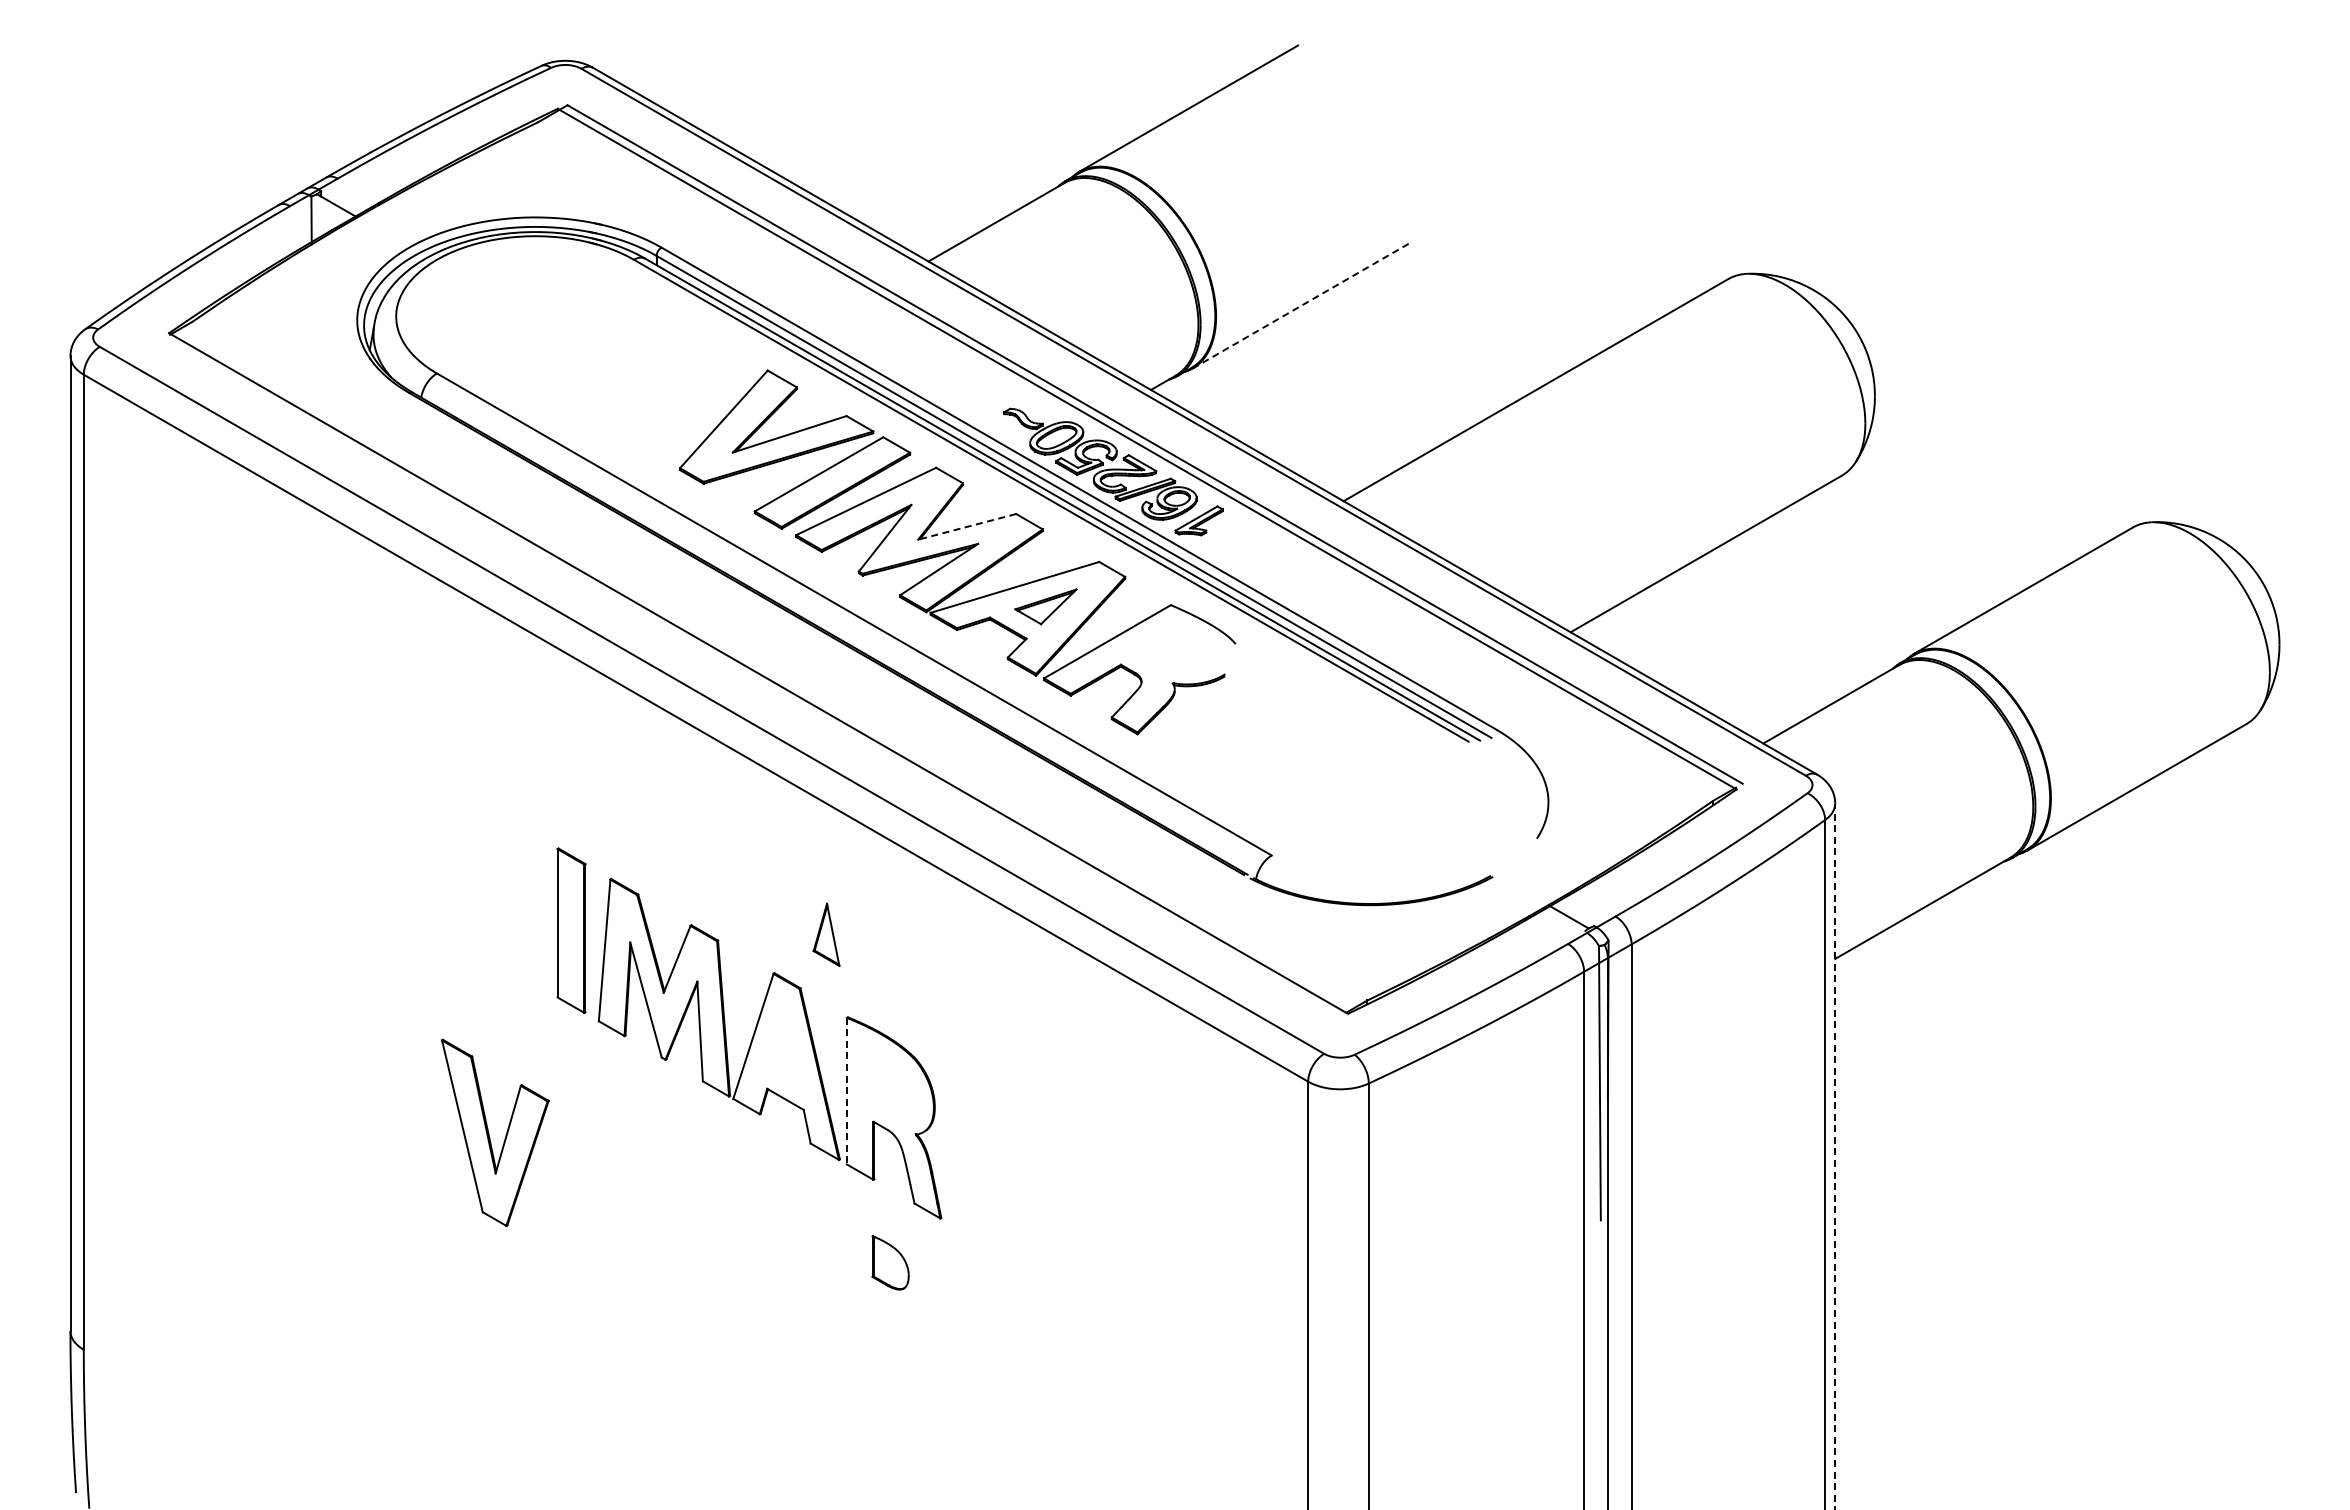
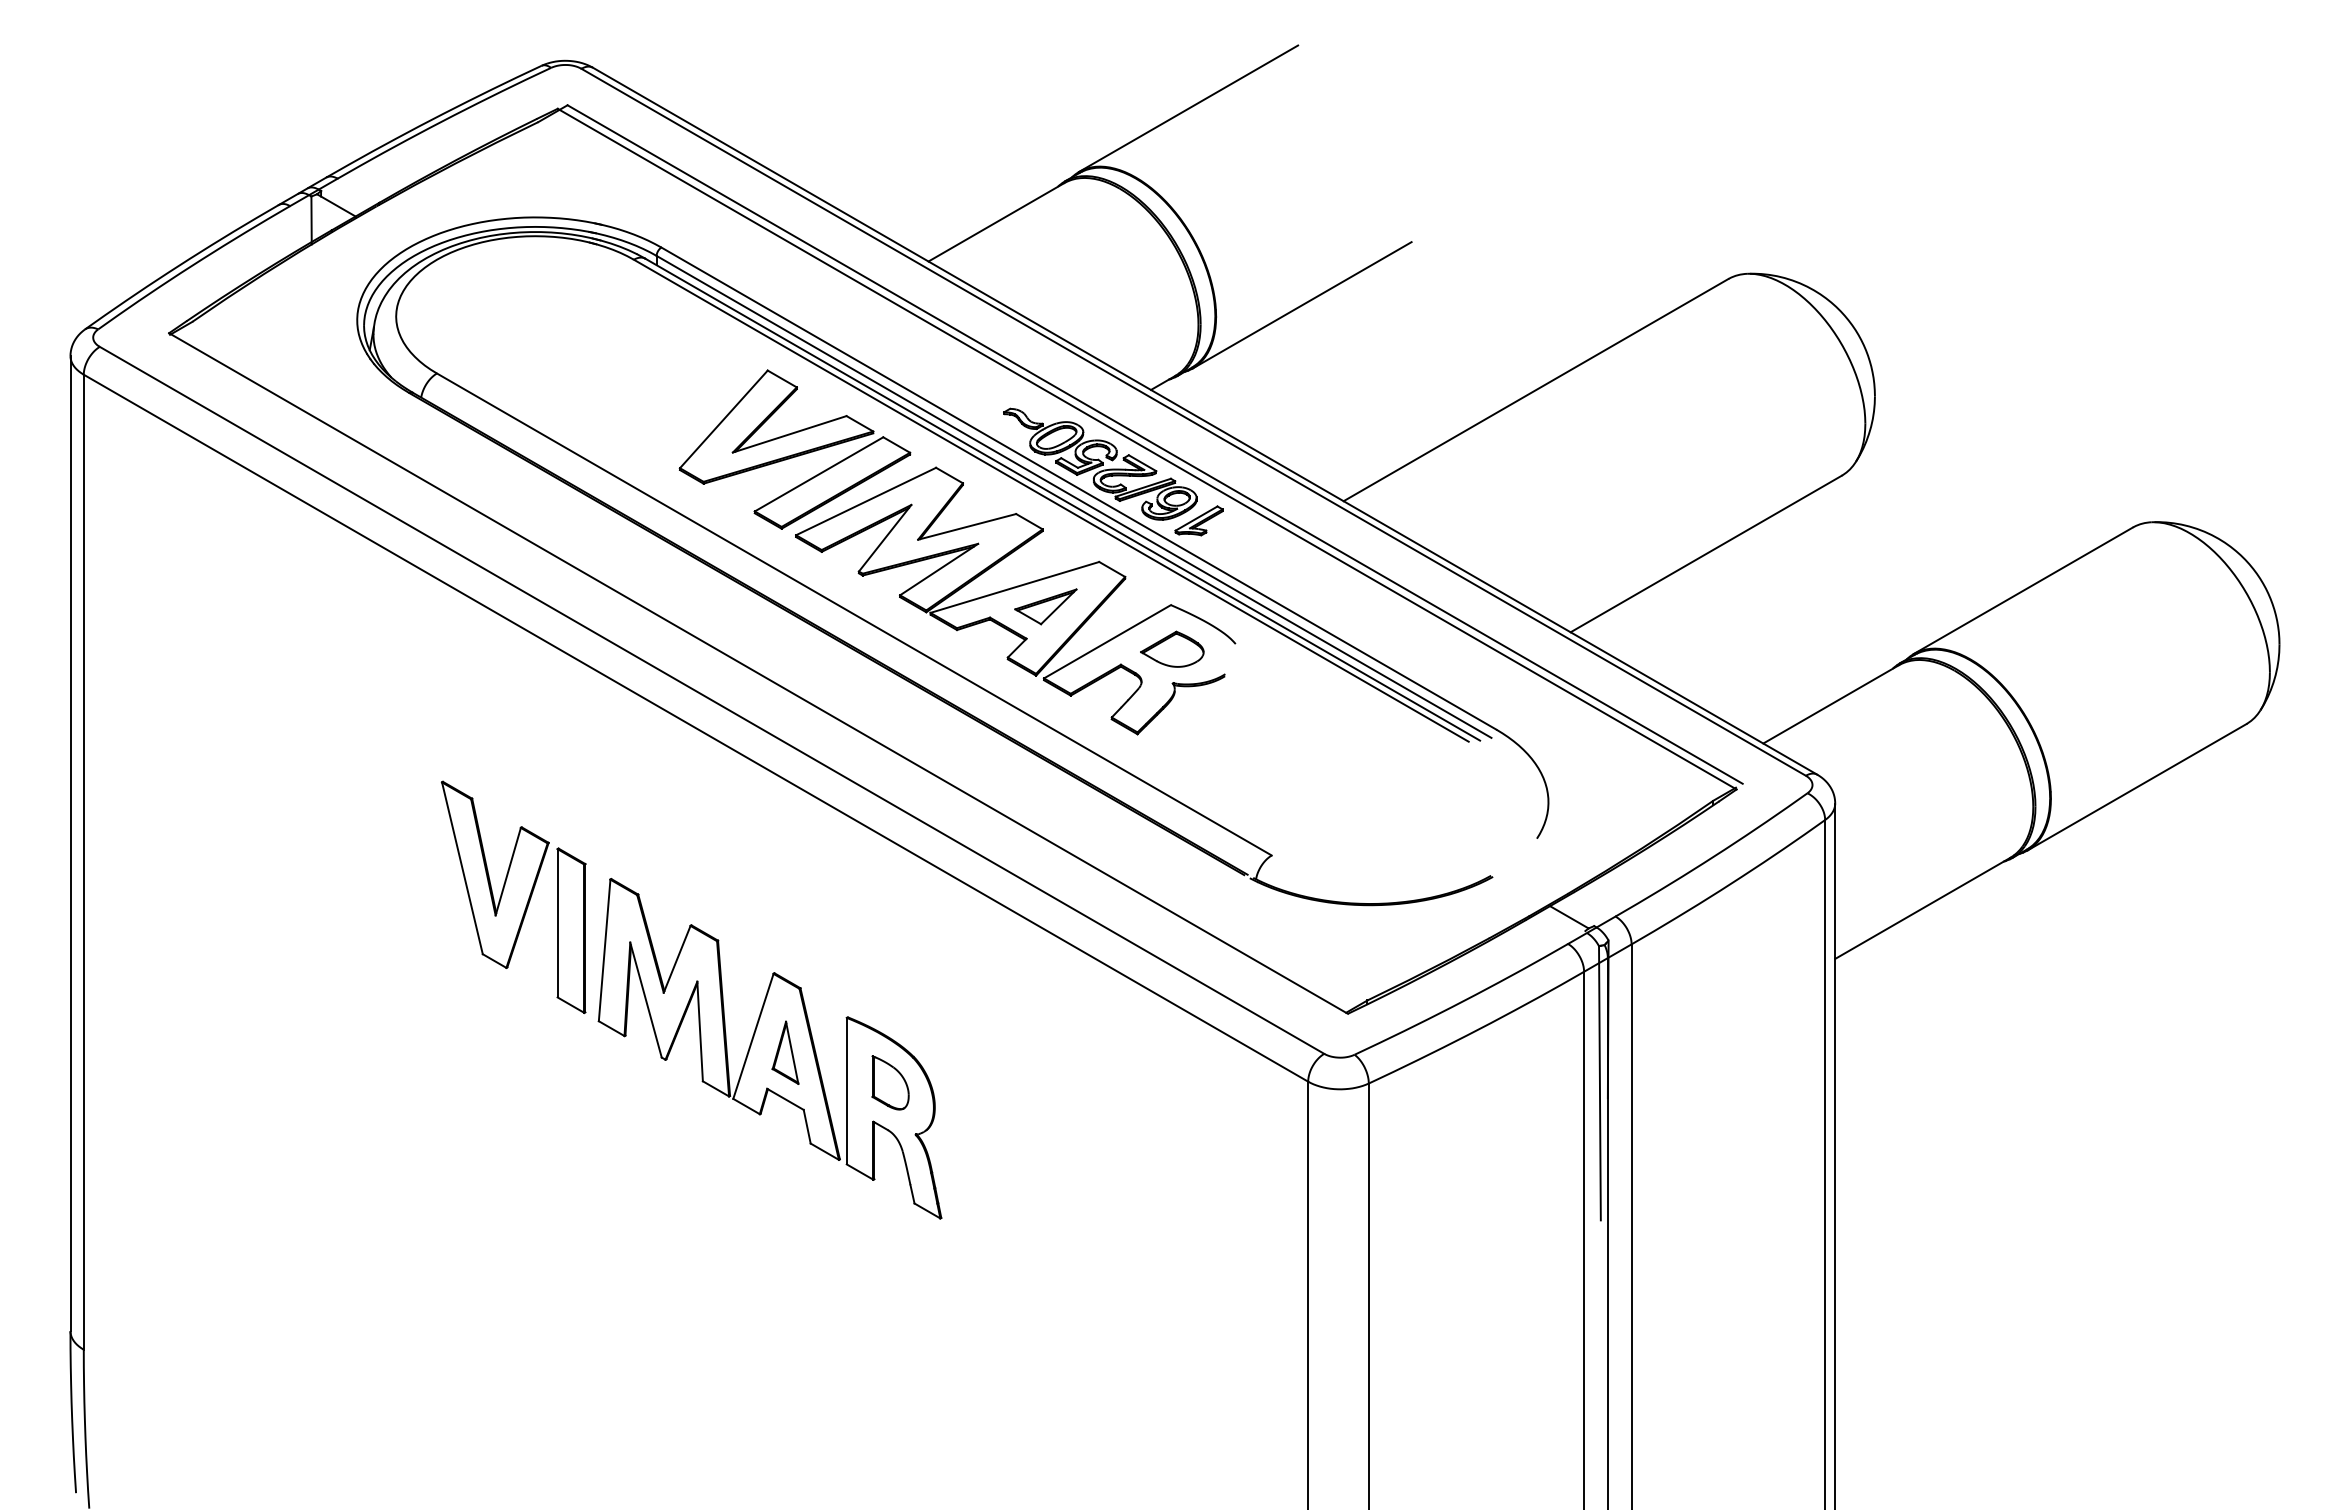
line at (1302, 305): dashed -> solid
line at (967, 526): dashed -> solid
part at (1172, 648): none -> present
part at (826, 934) position: (826, 934) -> (785, 1052)
line at (846, 1091): dashed -> solid
part at (494, 1132) position: (494, 1132) -> (494, 874)
line at (1835, 1156): dashed -> solid
part at (890, 1262) position: (890, 1262) -> (890, 1082)
